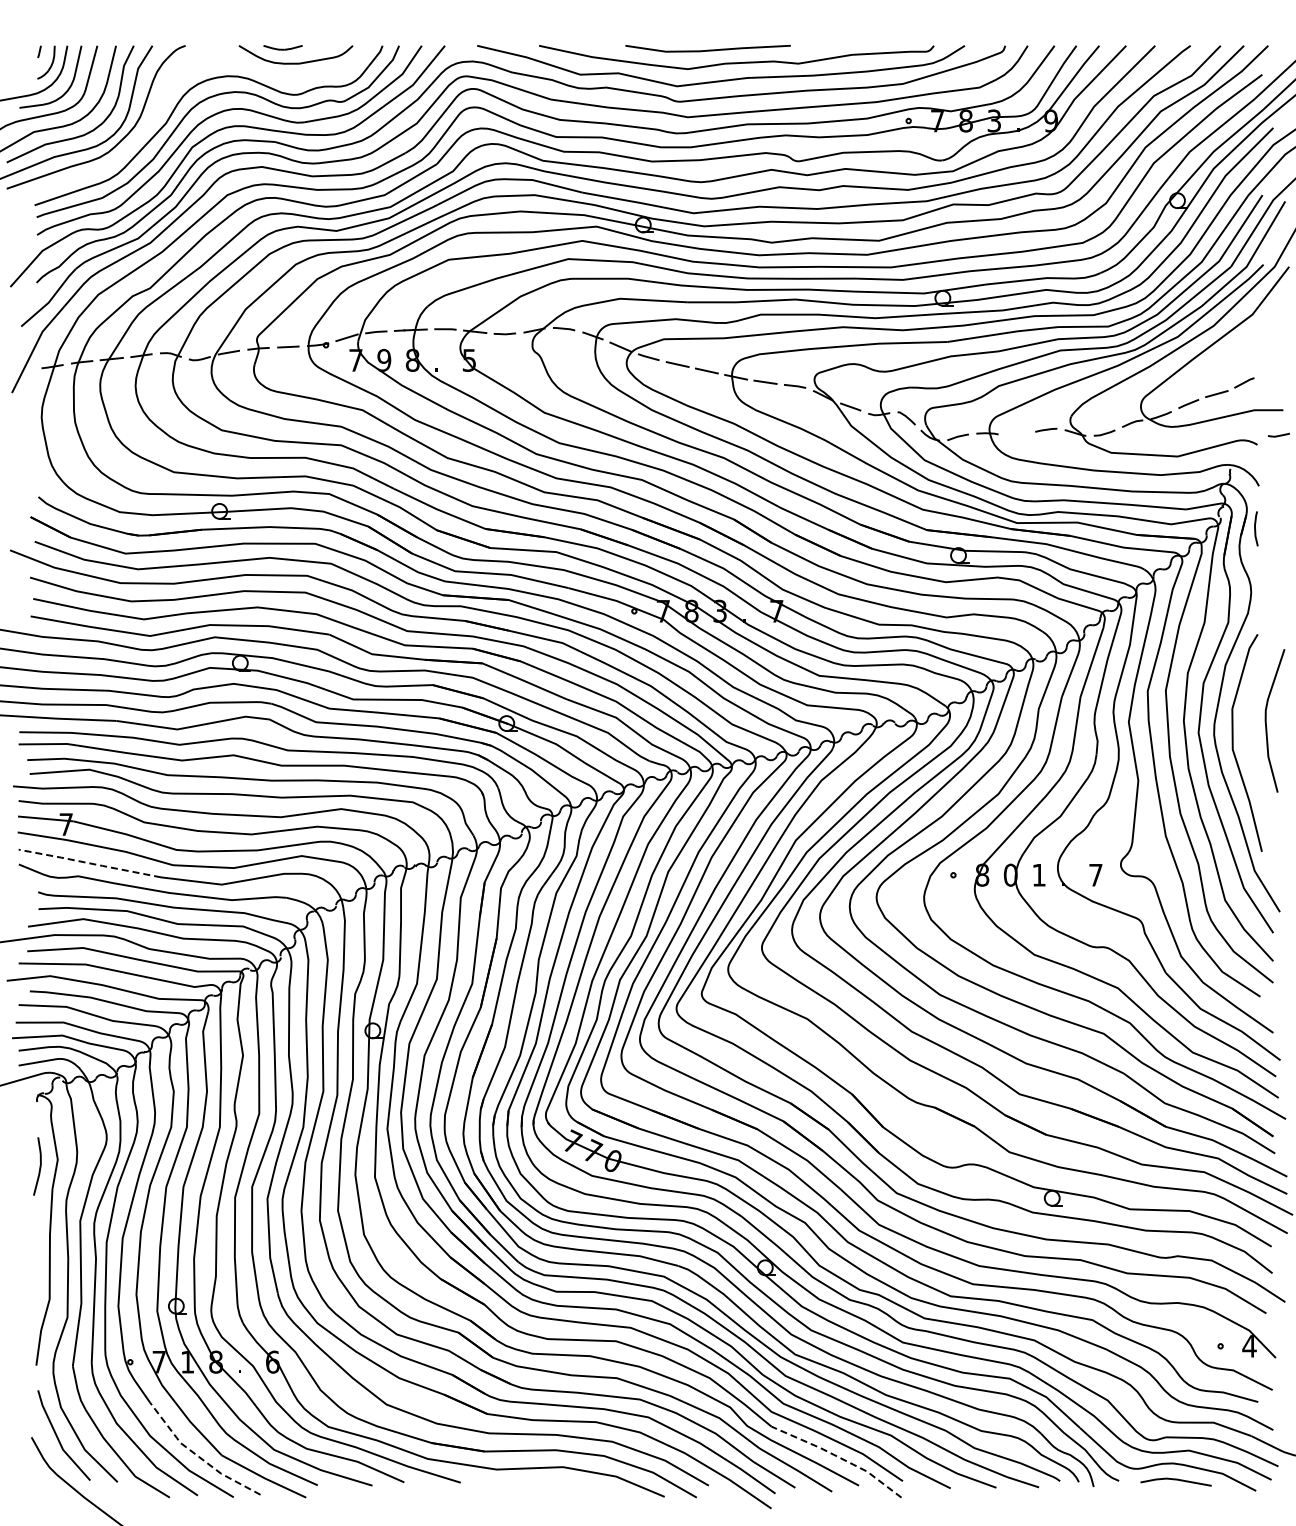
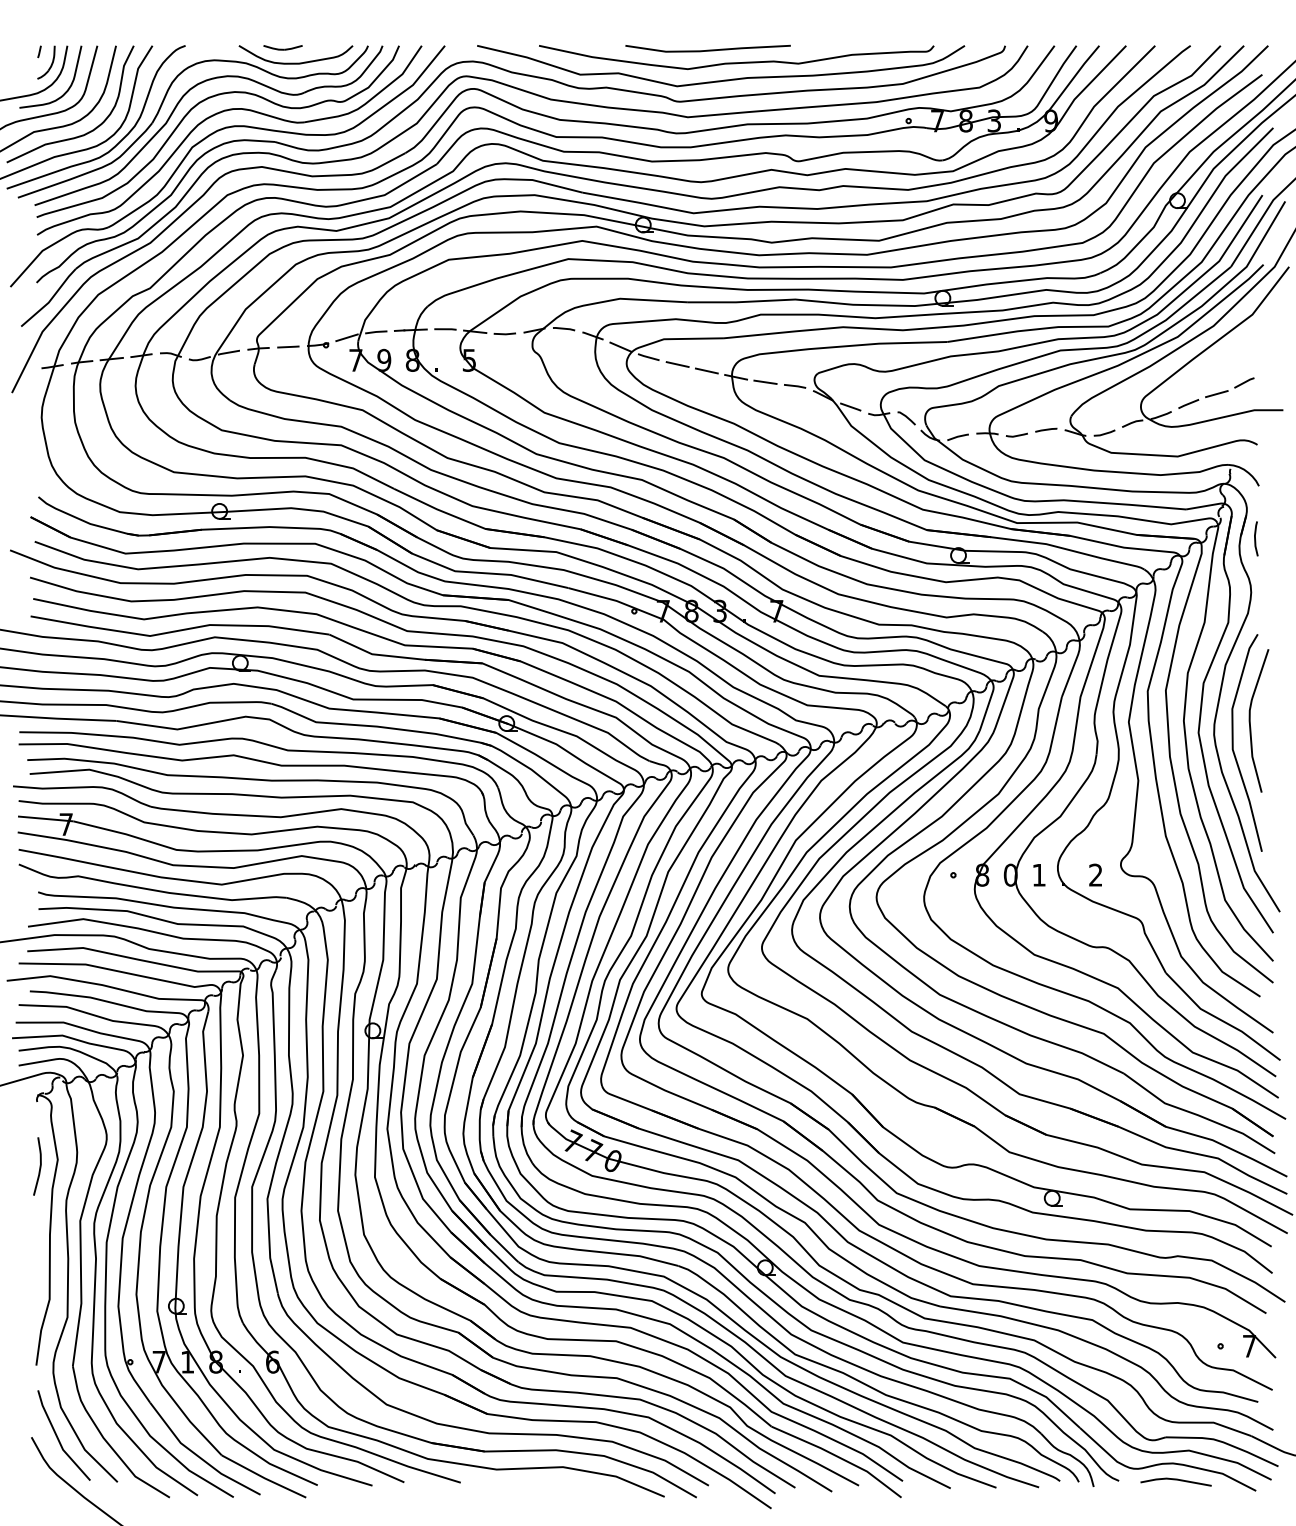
part at (162, 105): none -> present
line at (1279, 434) position: (1279, 434) -> (1017, 434)
line at (1255, 528) position: (1255, 528) -> (1255, 538)
curve at (1266, 720) position: (1266, 720) -> (1250, 720)
line at (89, 863): dashed -> solid
text at (1095, 874): 7 -> 2
text at (1249, 1346): 4 -> 7
line at (198, 1456): dashed -> solid
line at (839, 1457): dashed -> solid
